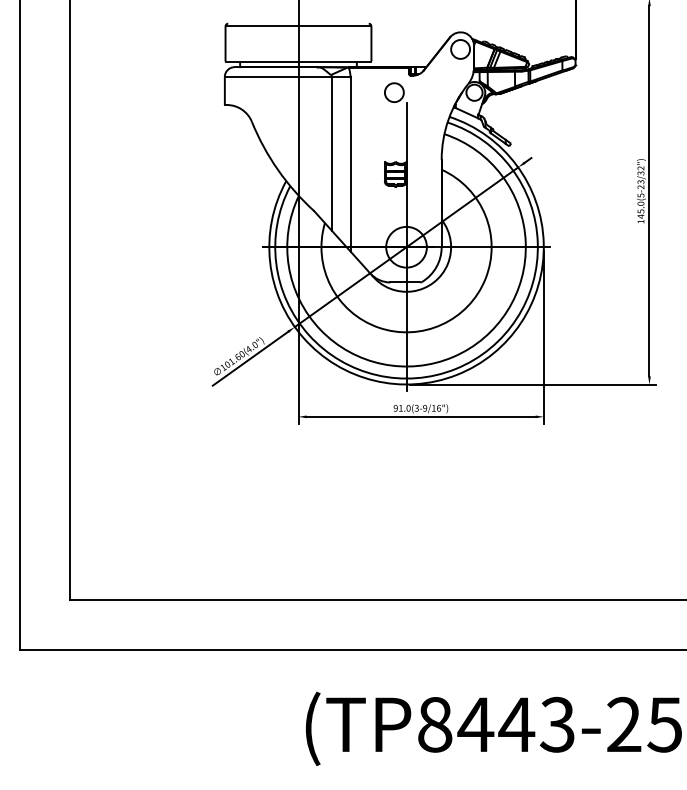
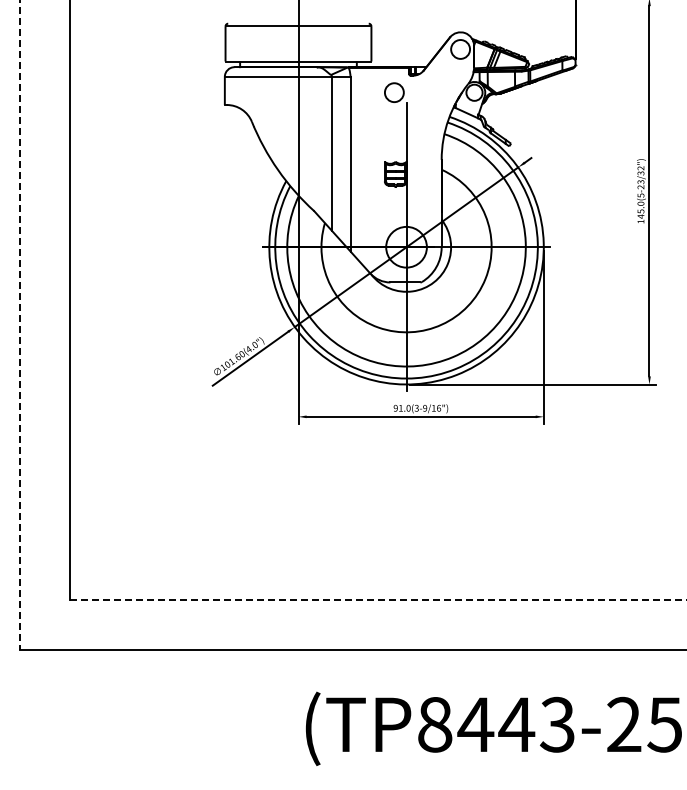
line at (20, 324): solid -> dashed
line at (378, 600): solid -> dashed
